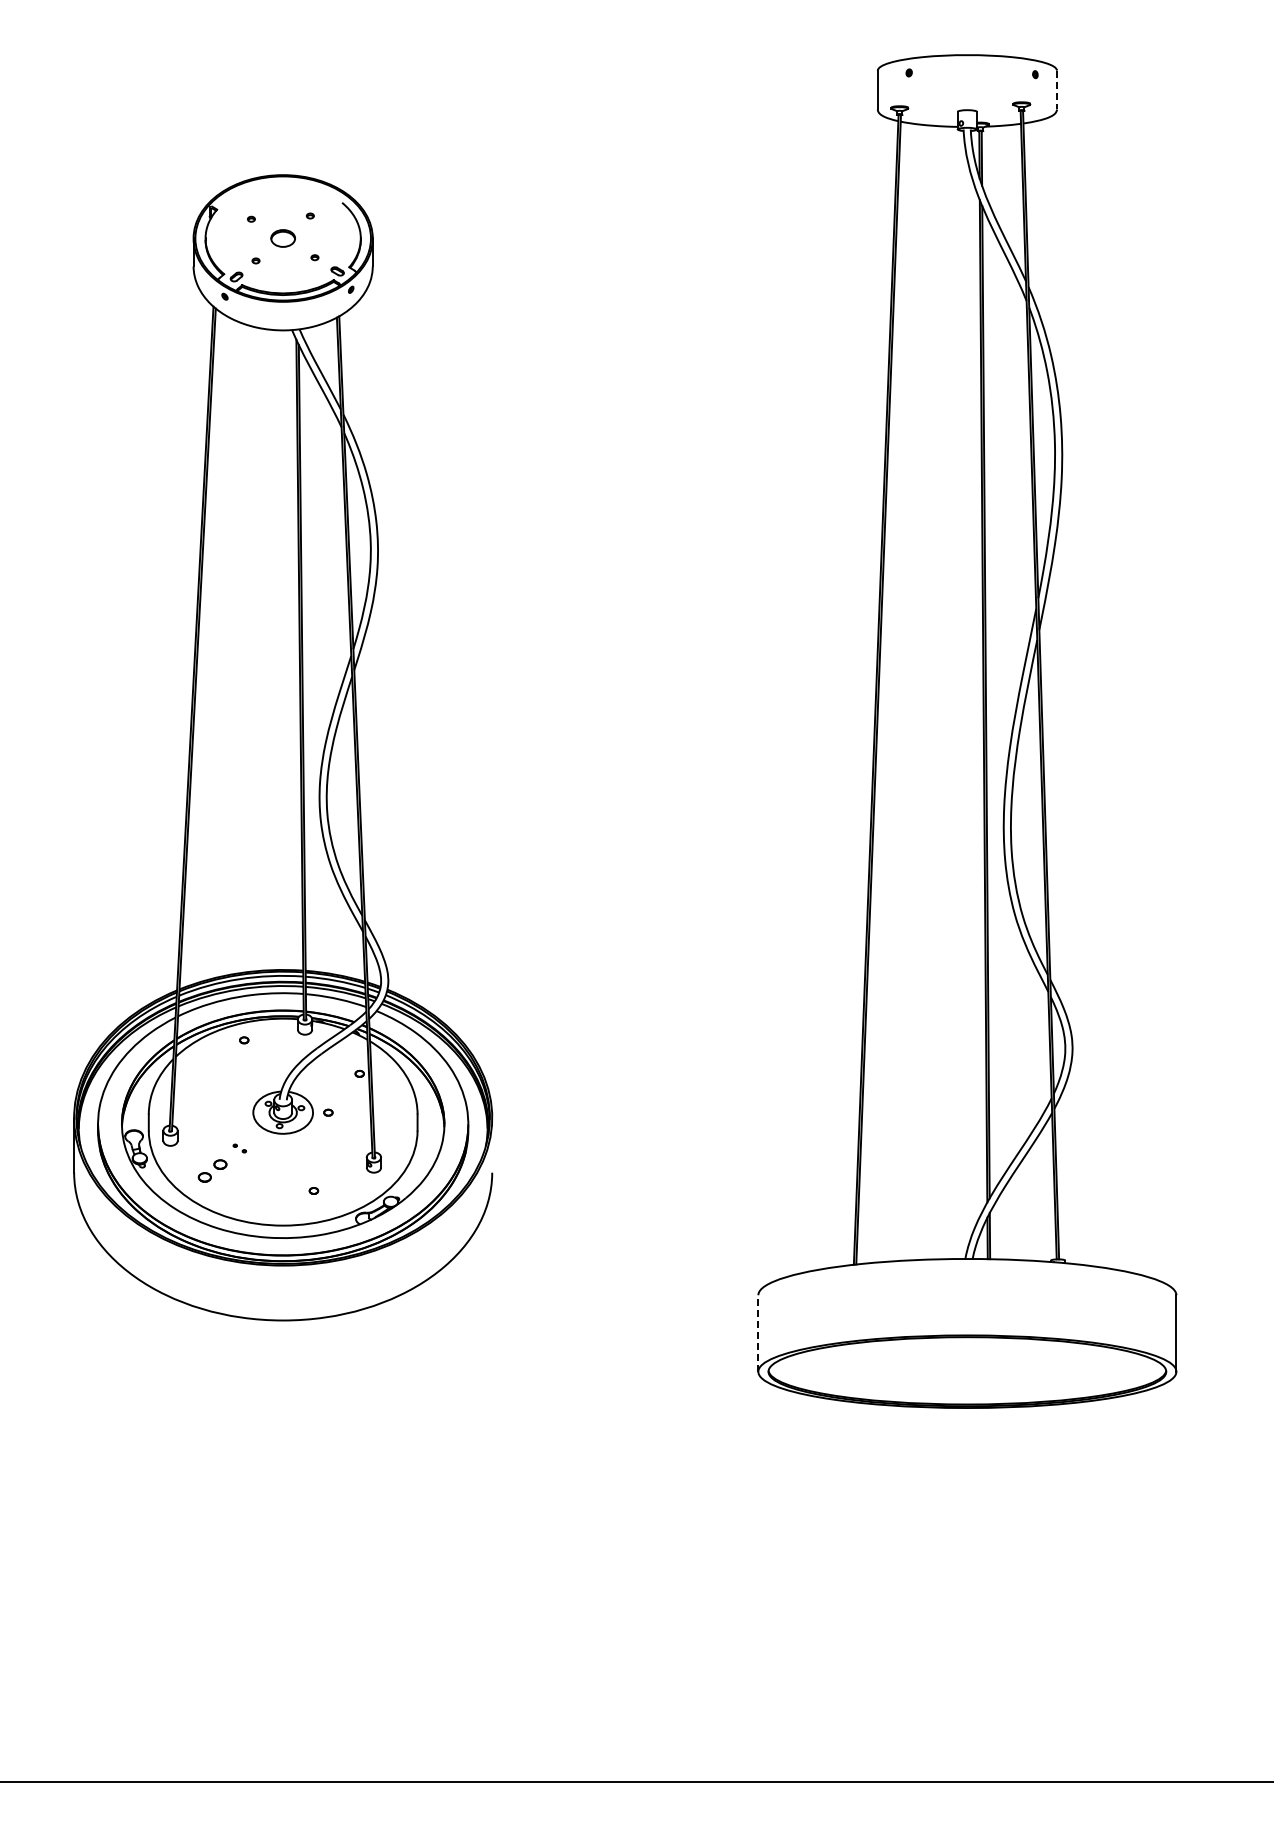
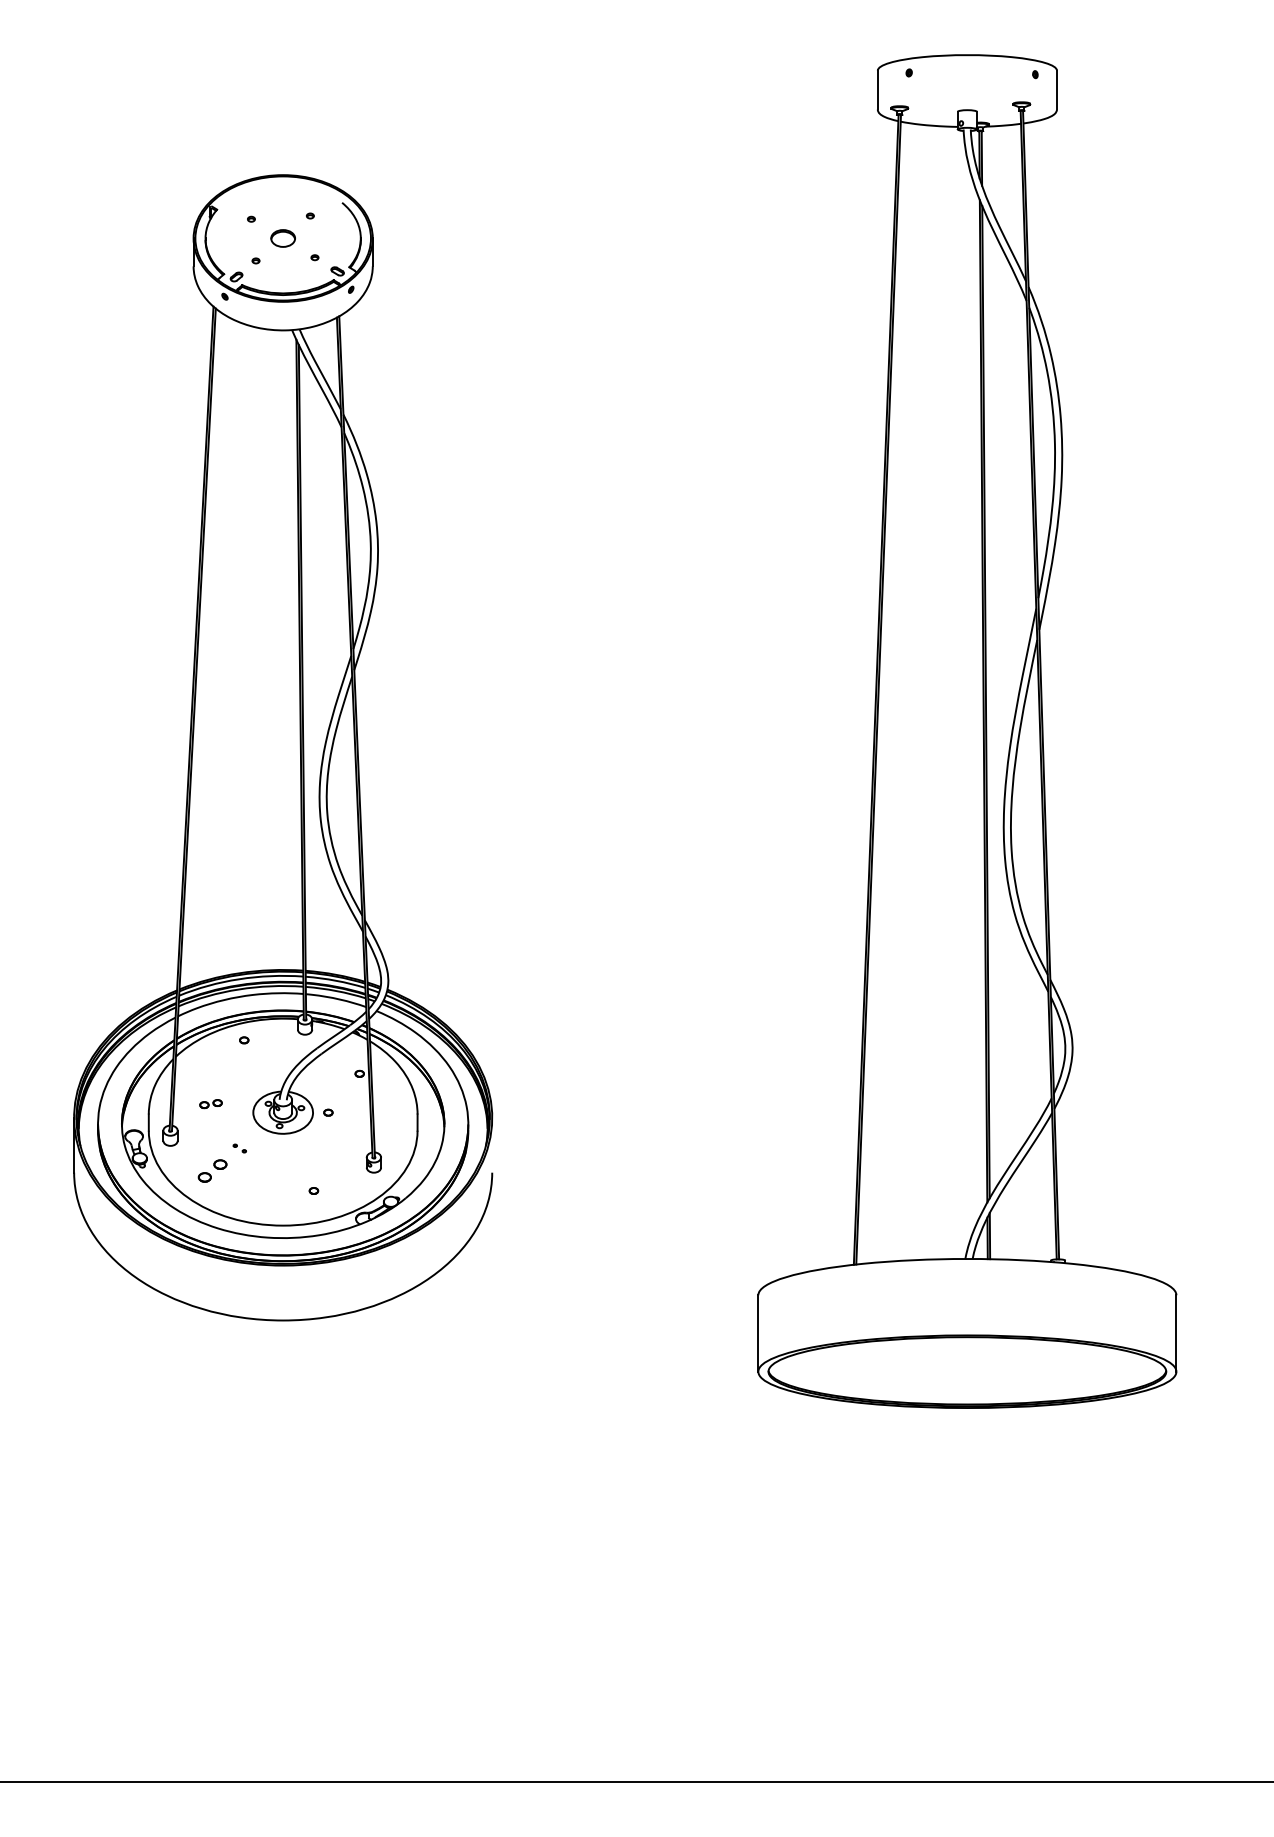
line at (1056, 90): dashed -> solid
part at (210, 1104): none -> present
line at (758, 1333): dashed -> solid
